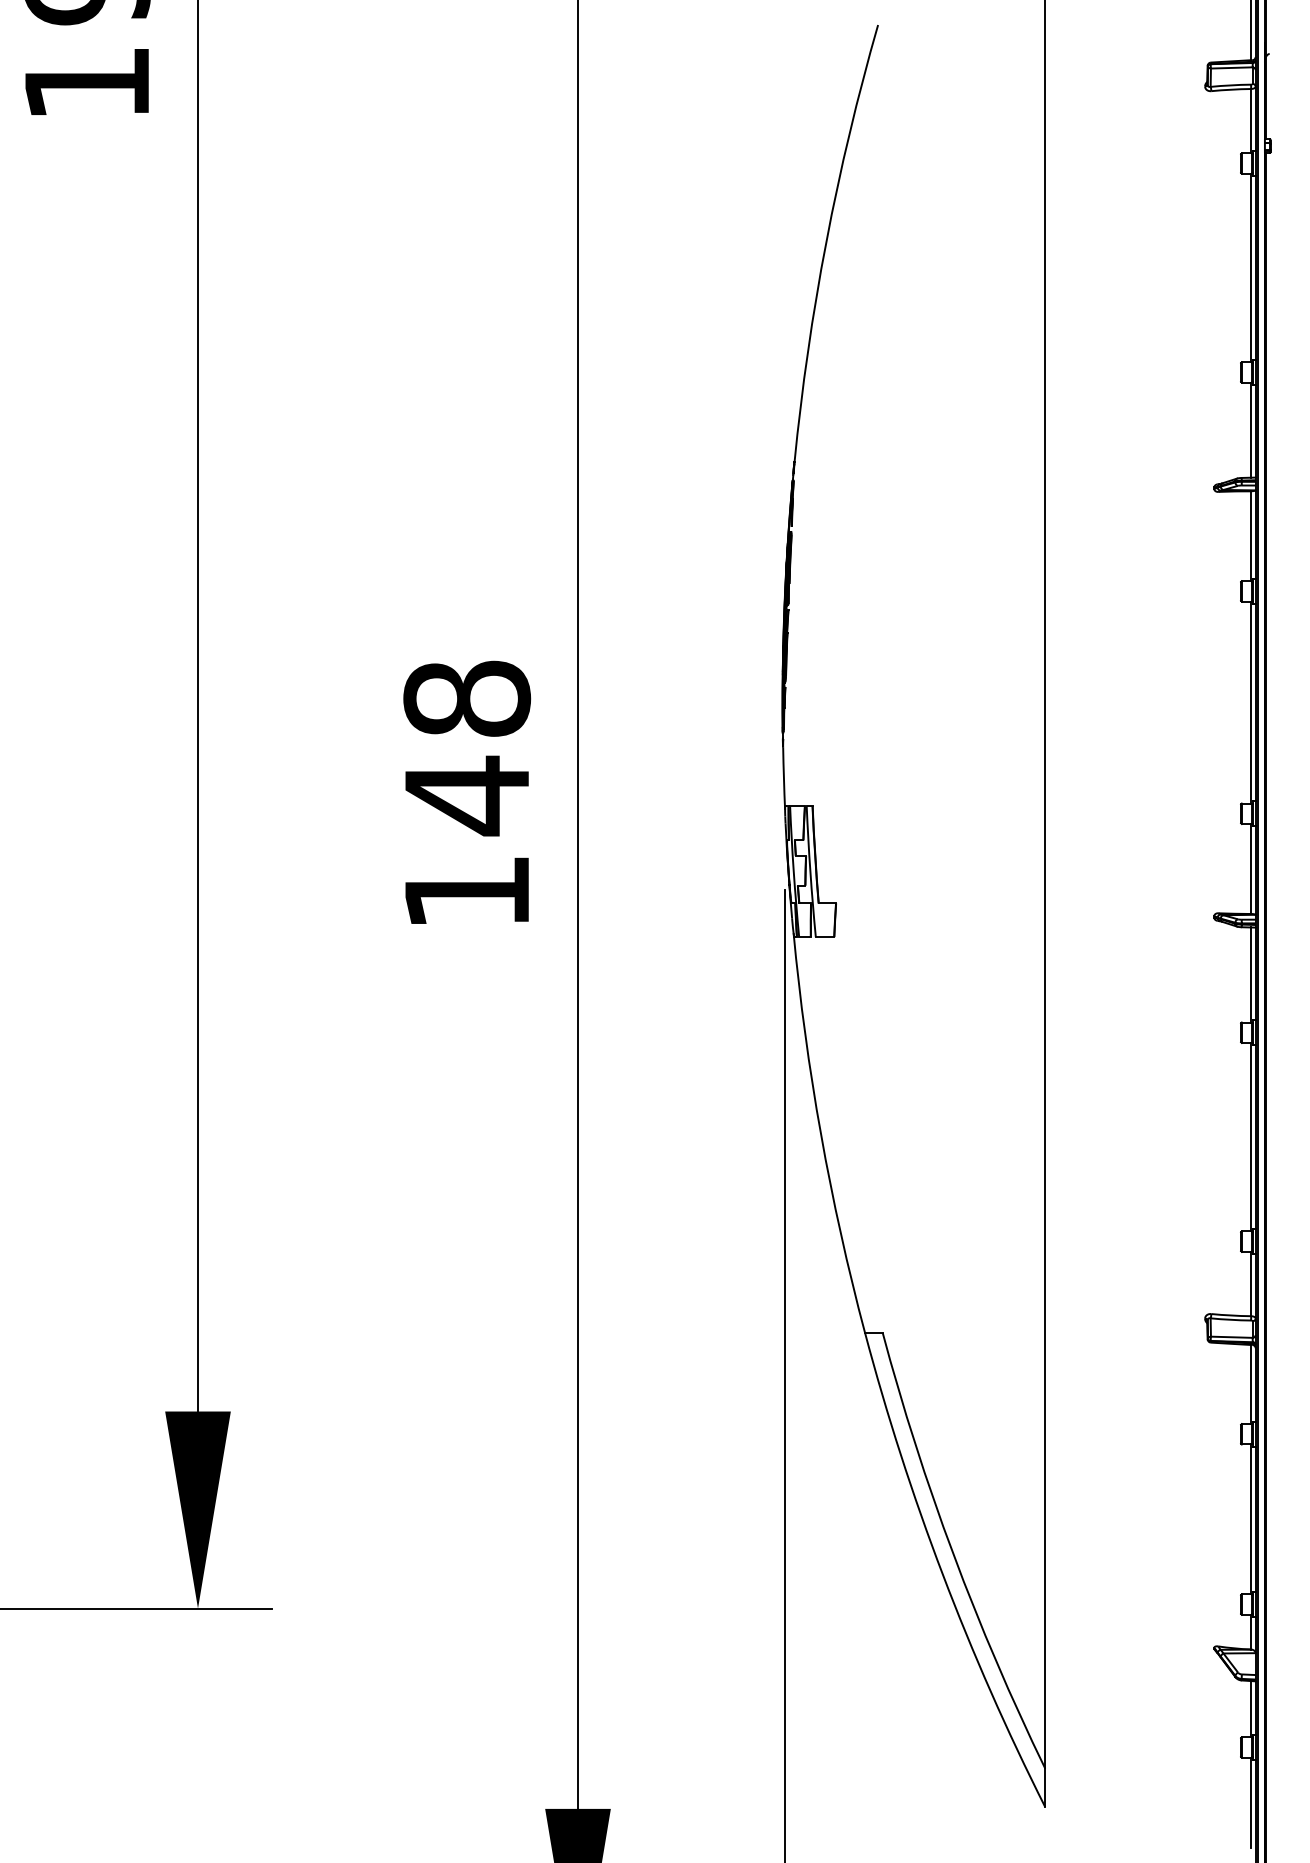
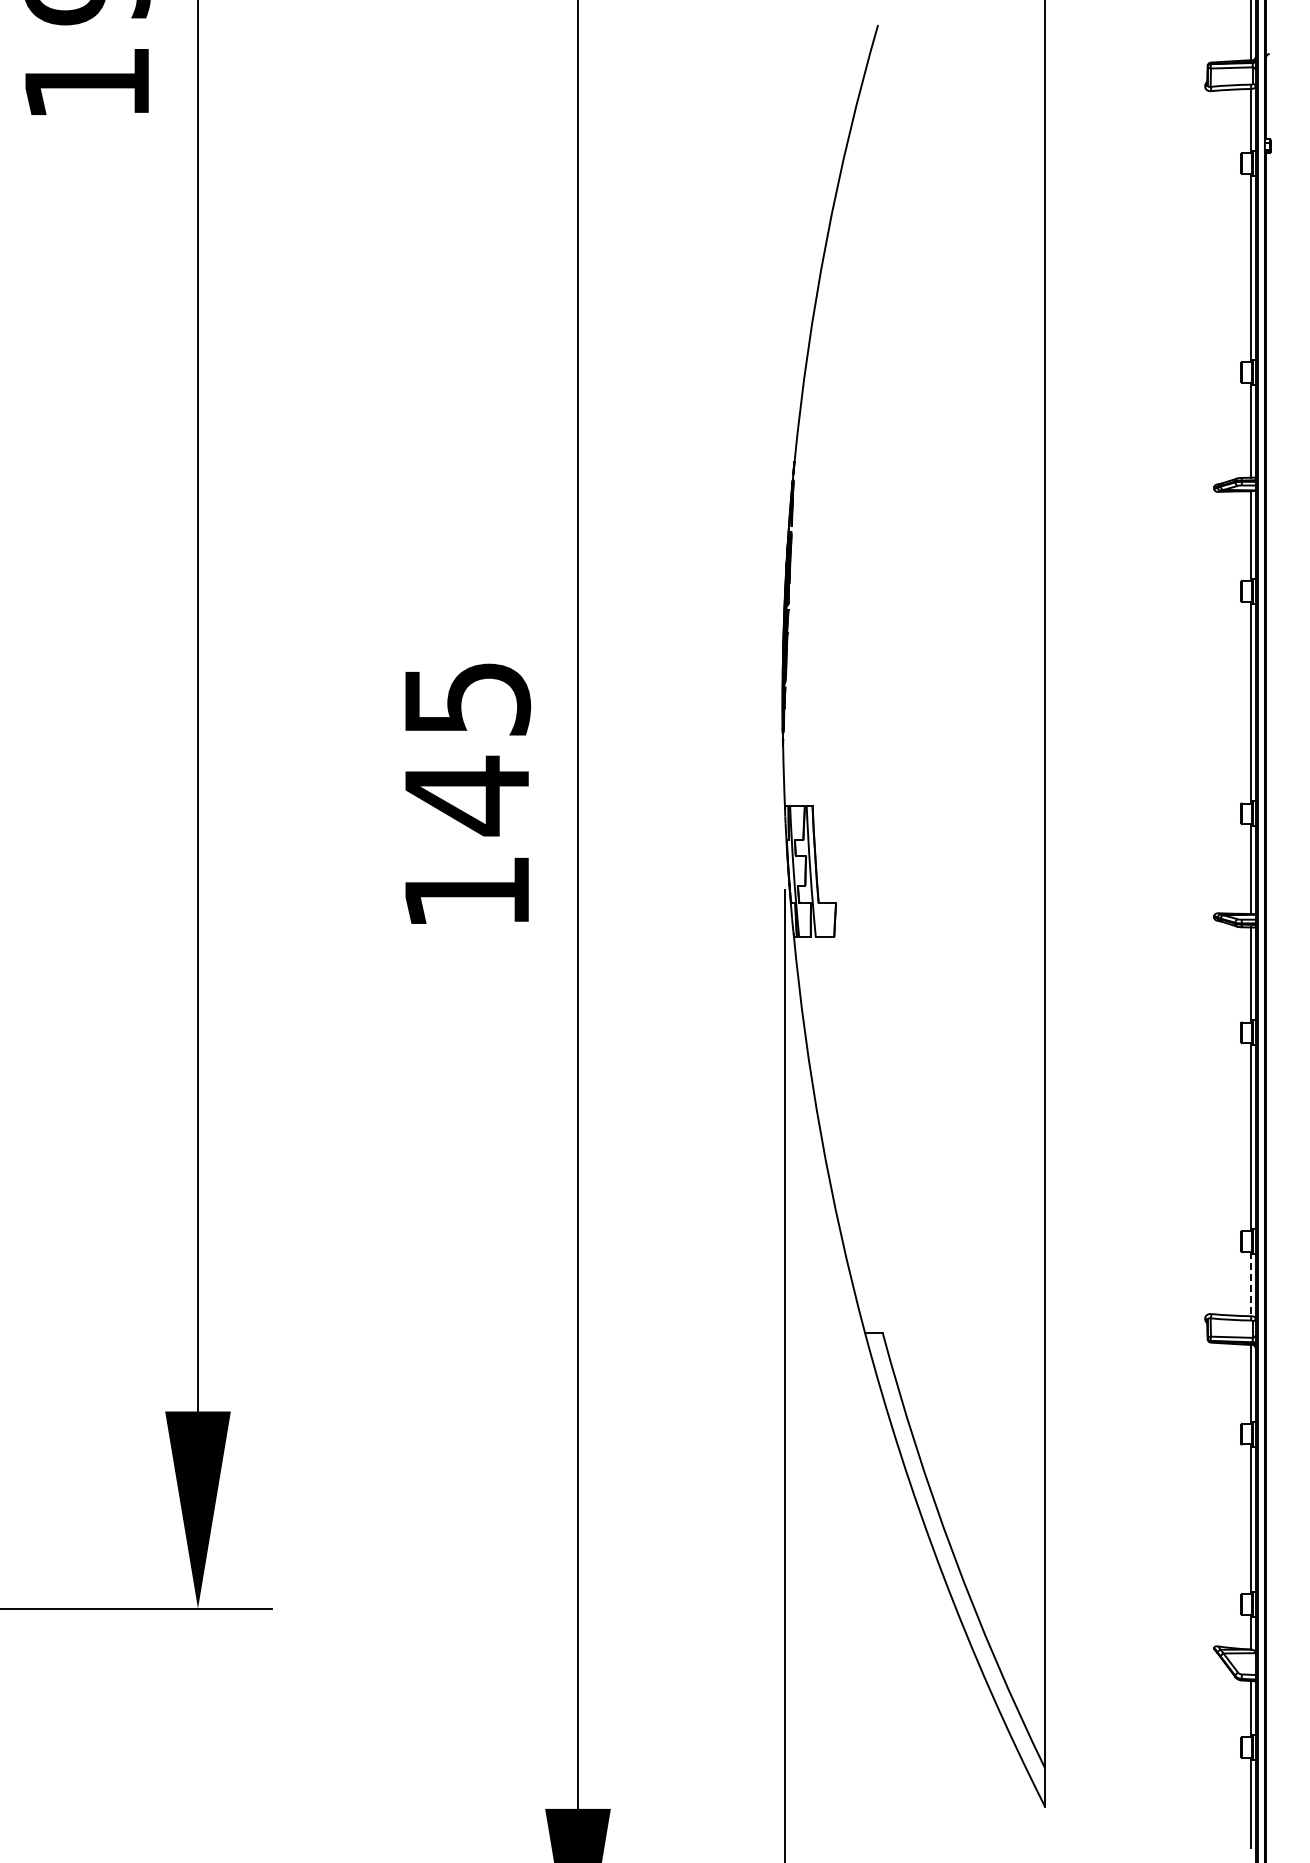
text at (467, 698): 148 -> 145
line at (1251, 1284): solid -> dashed
